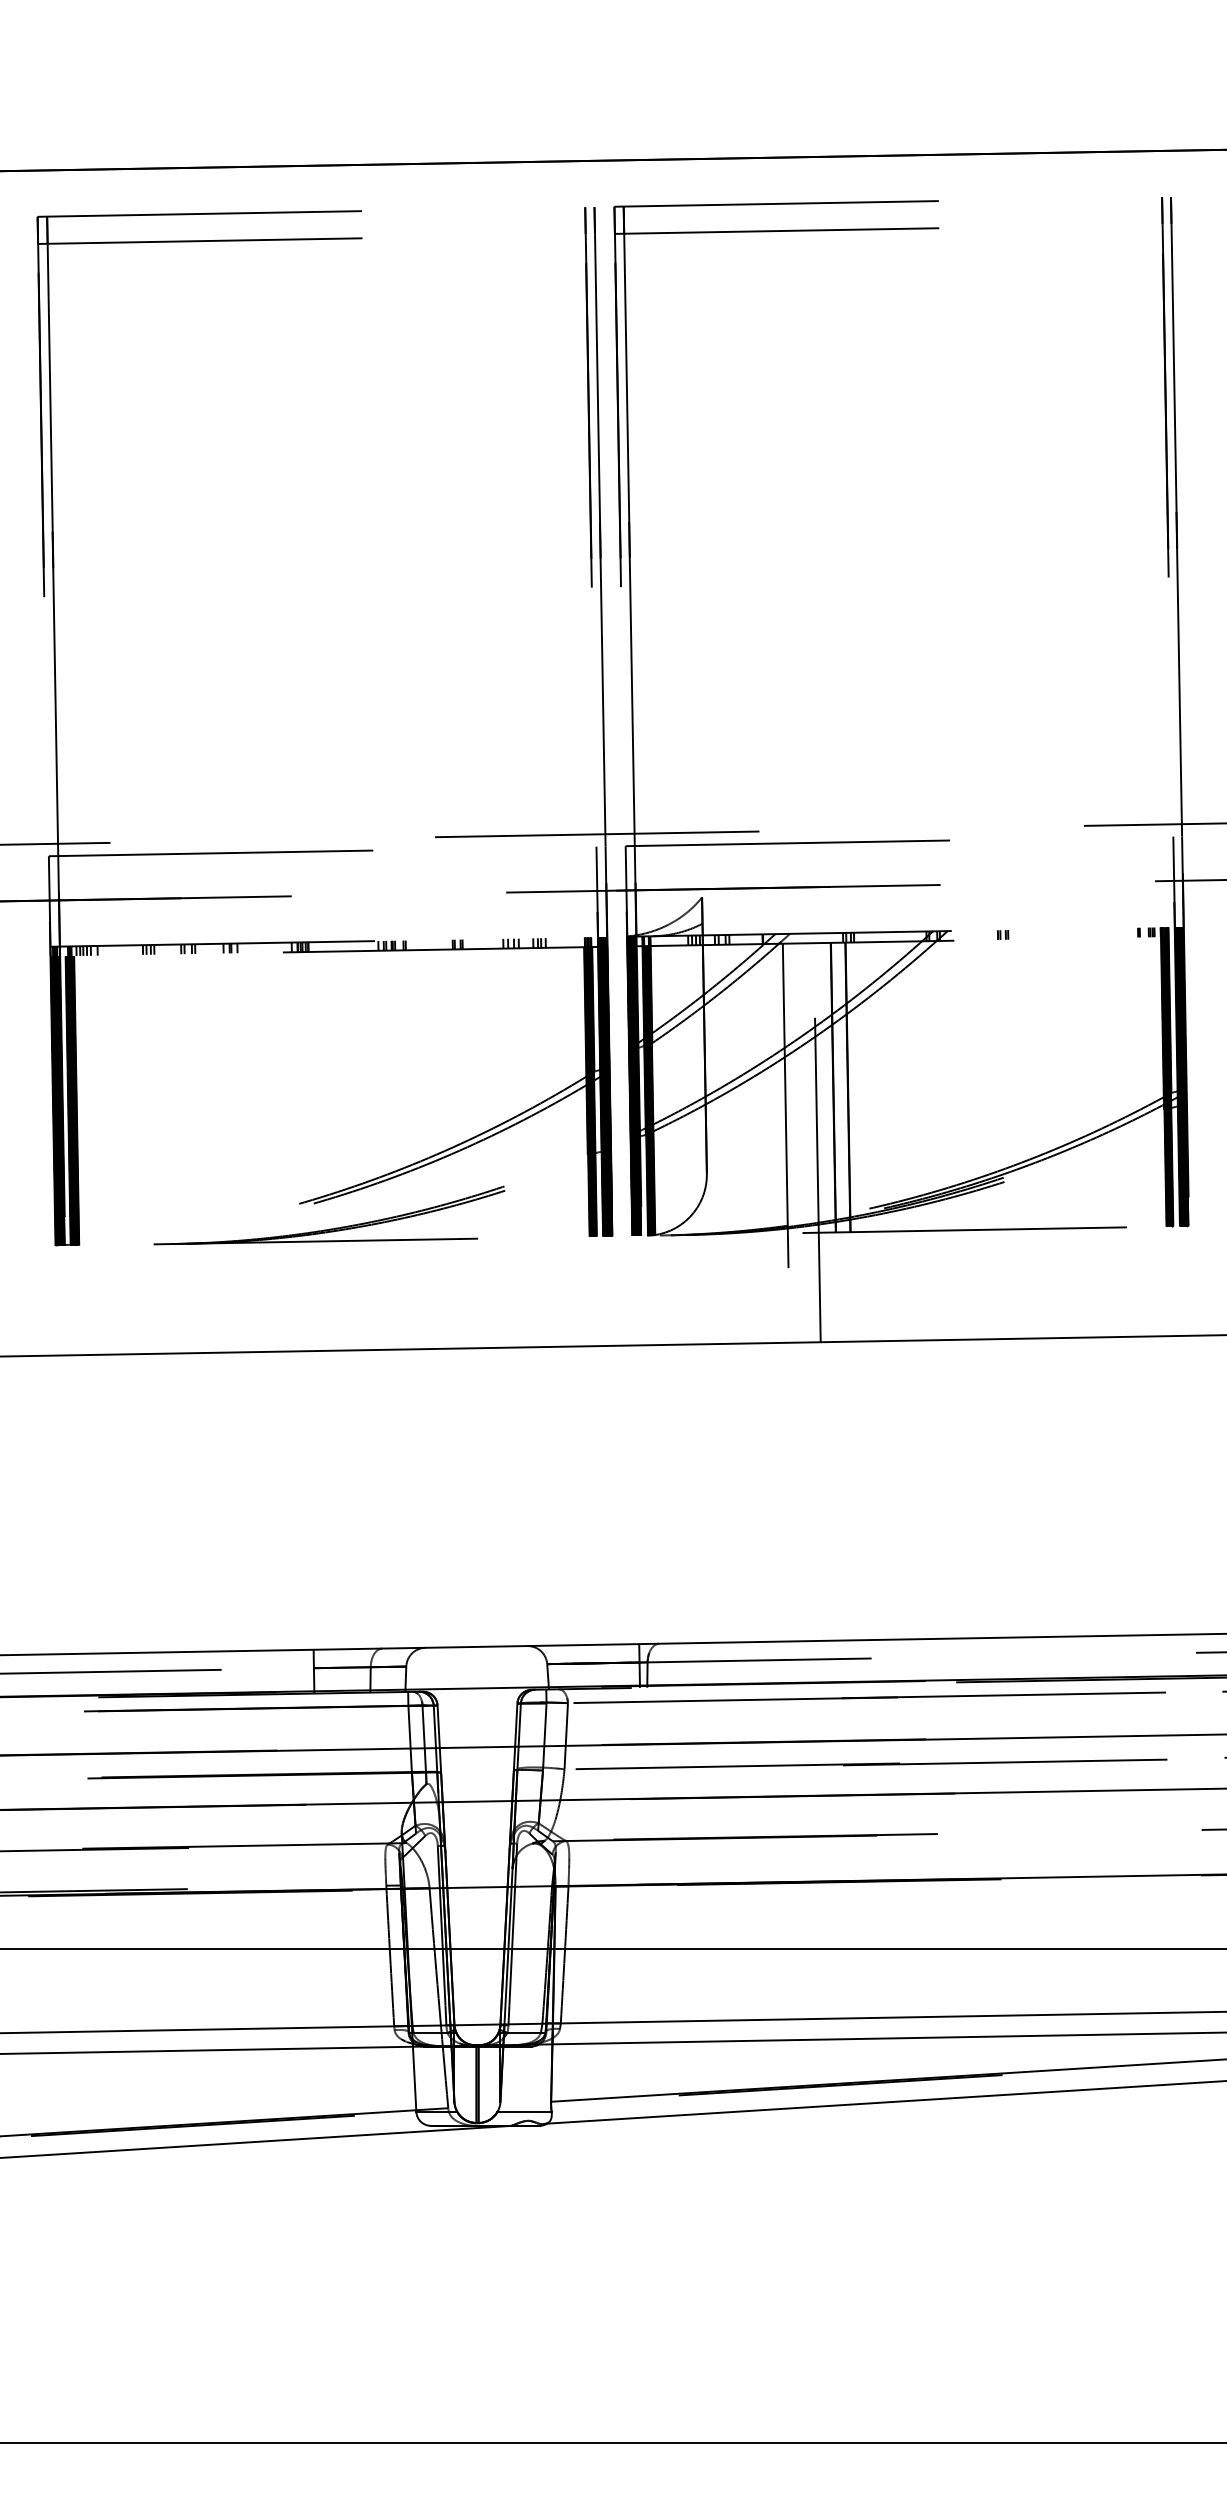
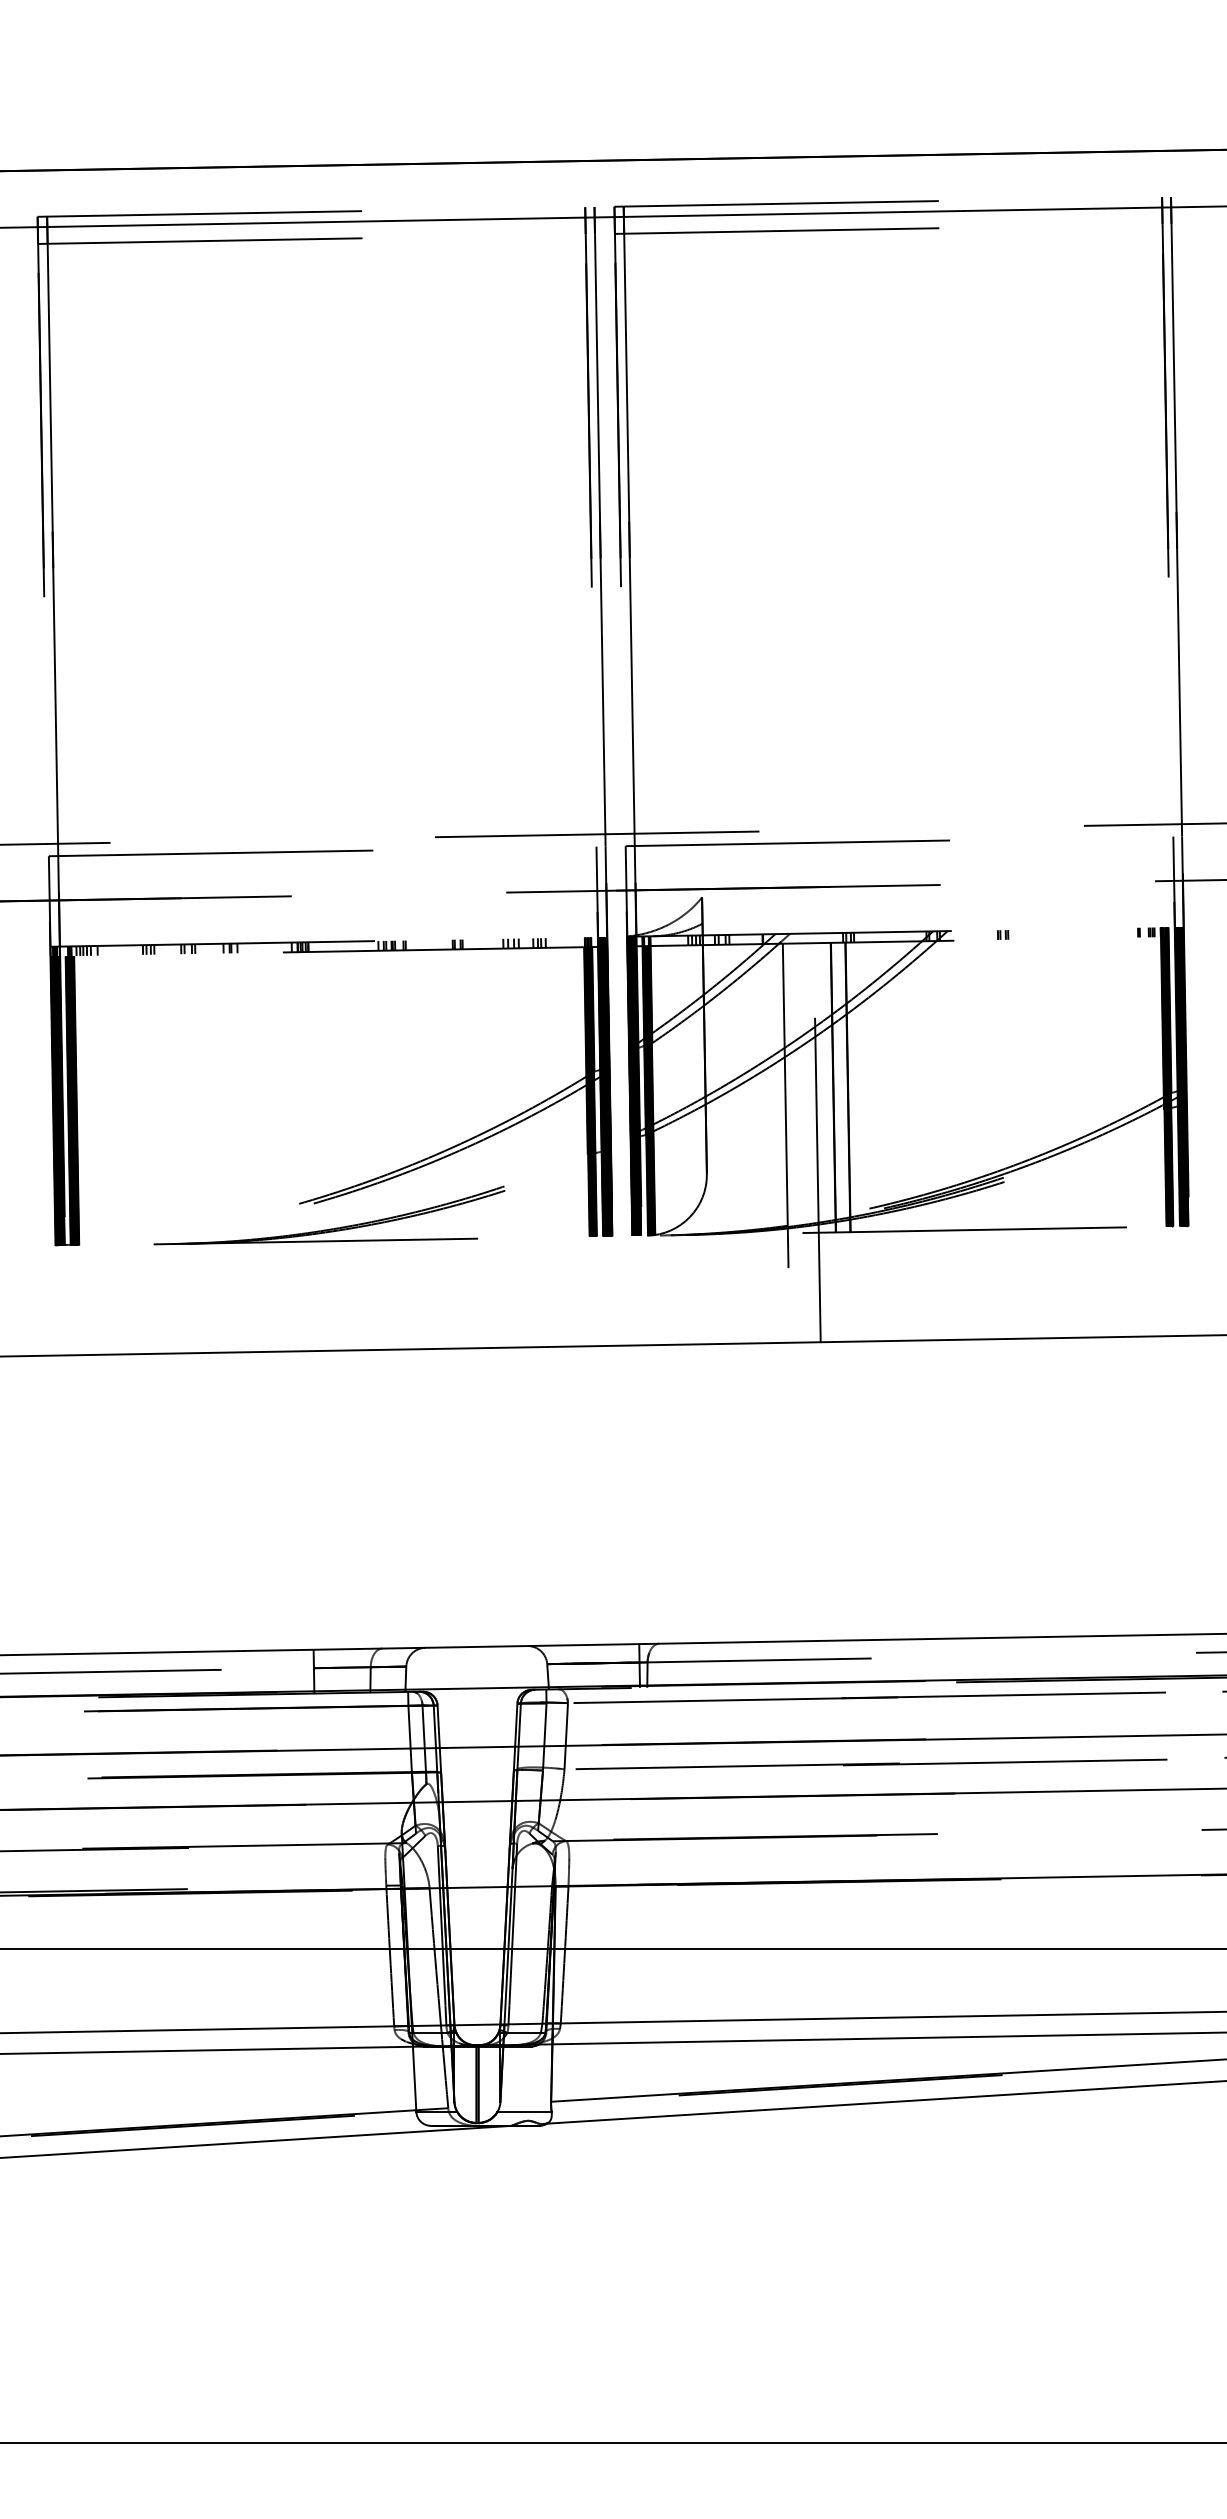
line at (612, 216): none -> present
